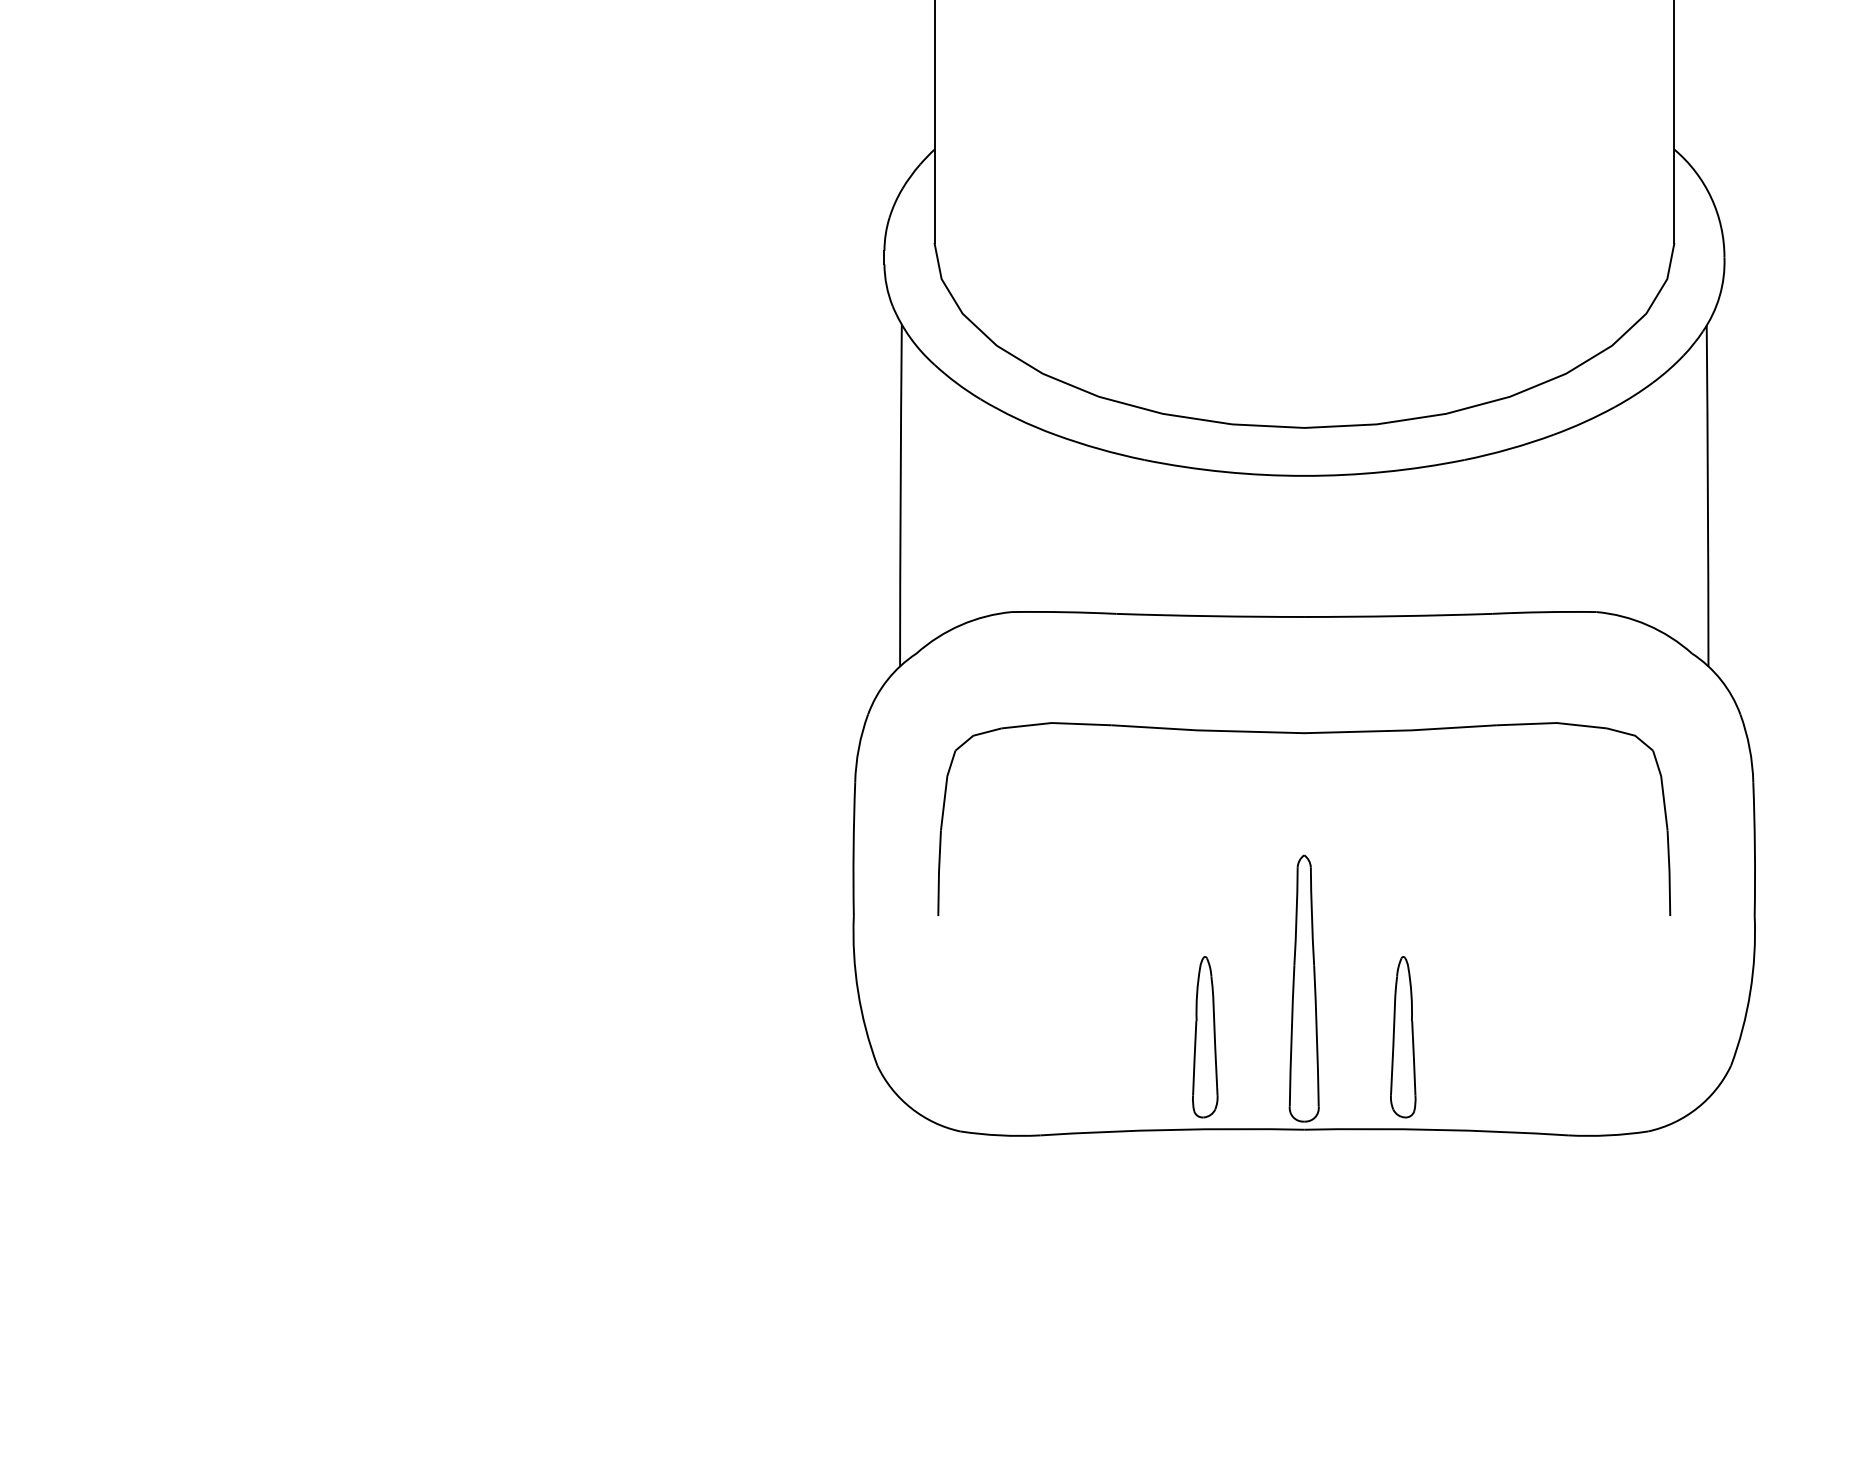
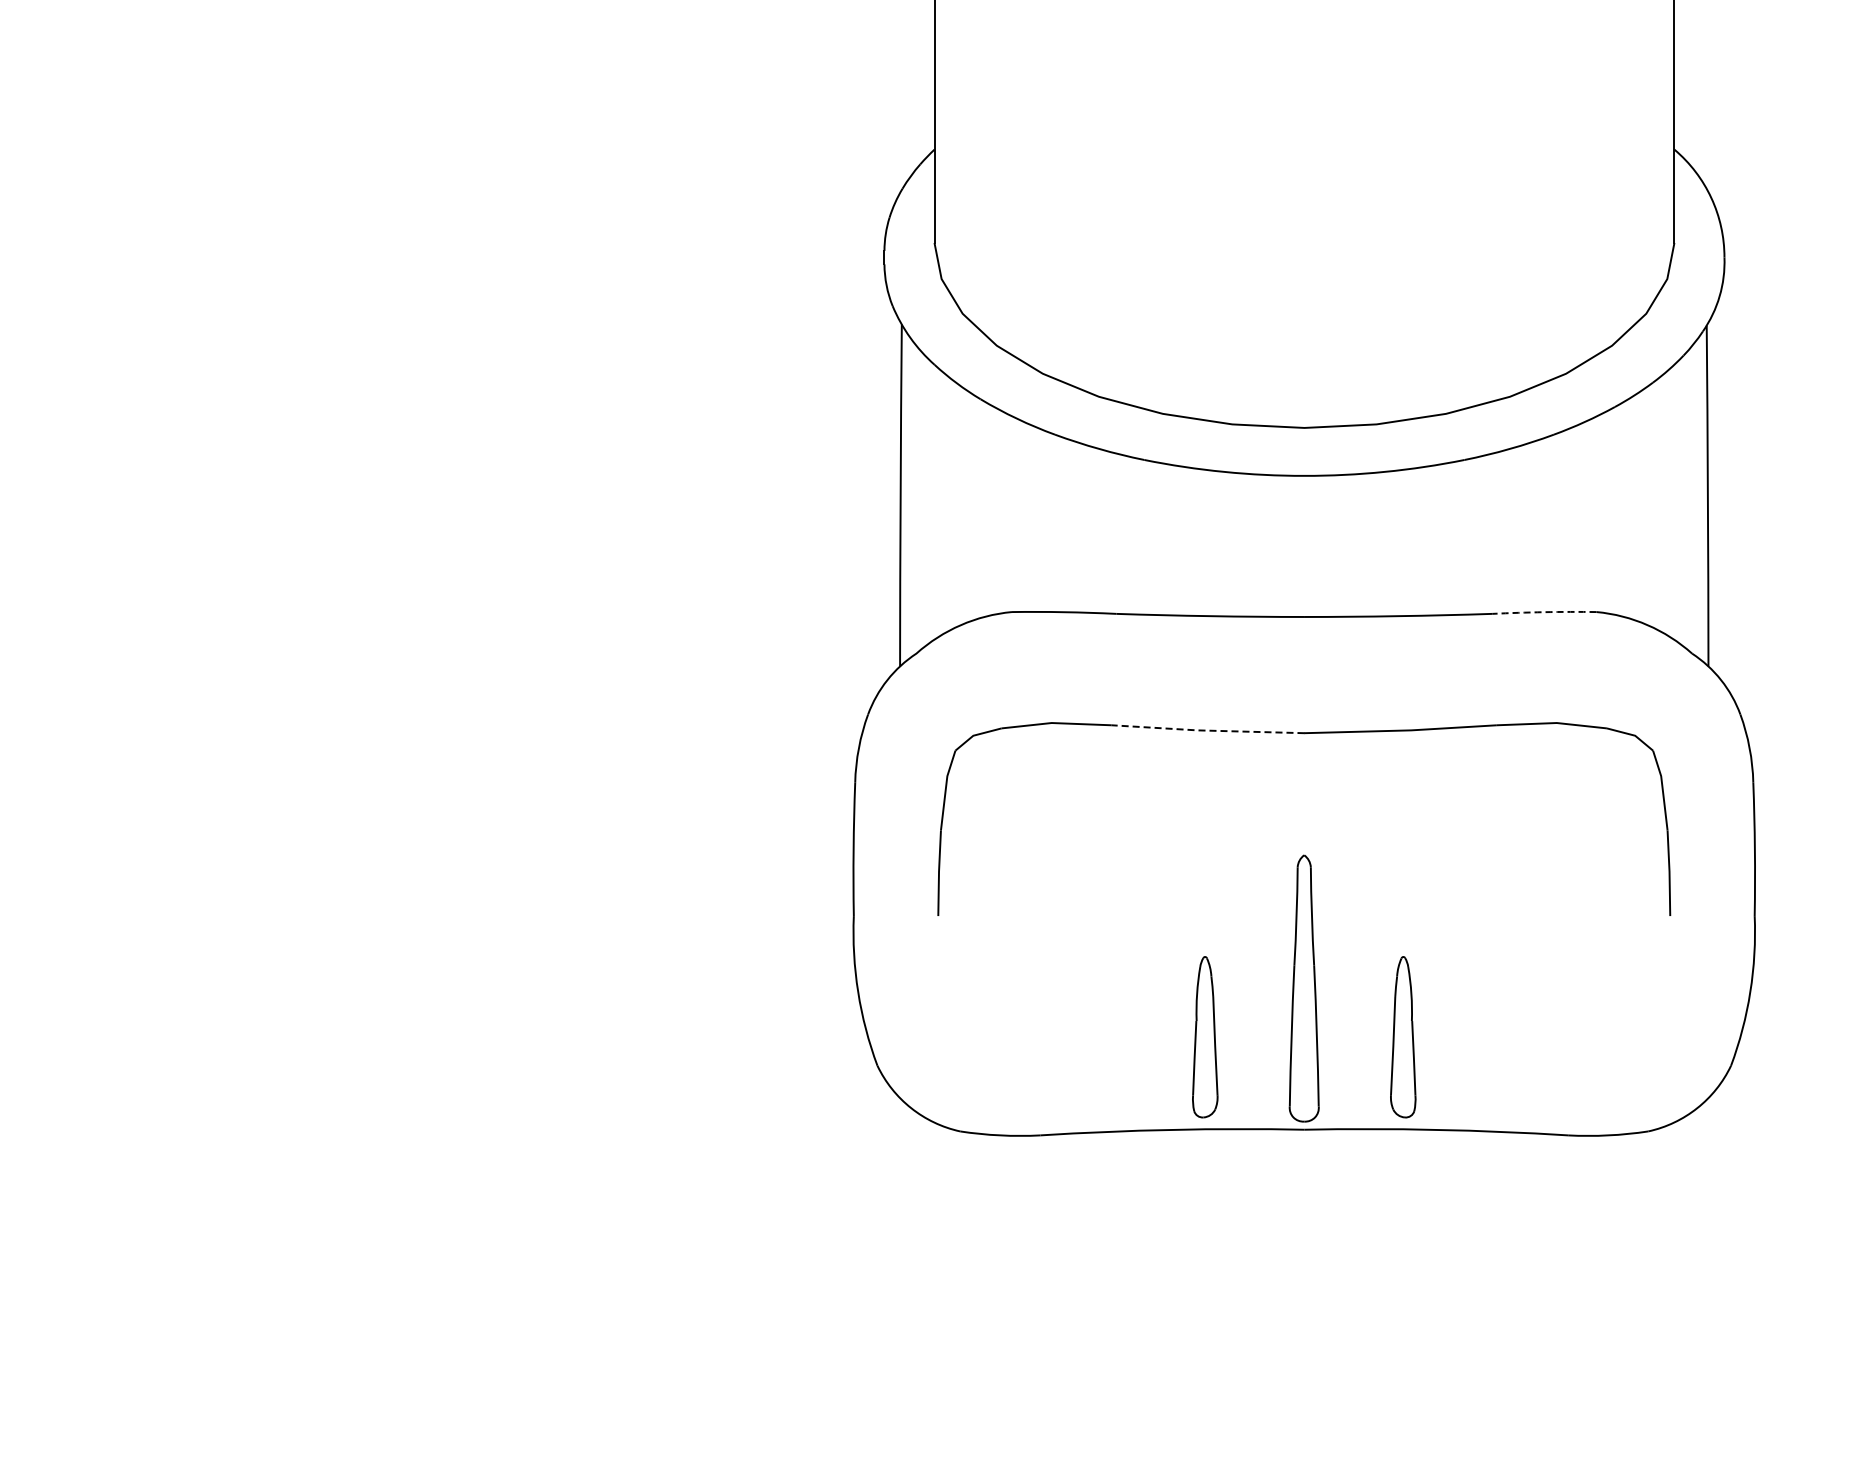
arc at (1544, 612): solid -> dashed
line at (1207, 730): solid -> dashed
